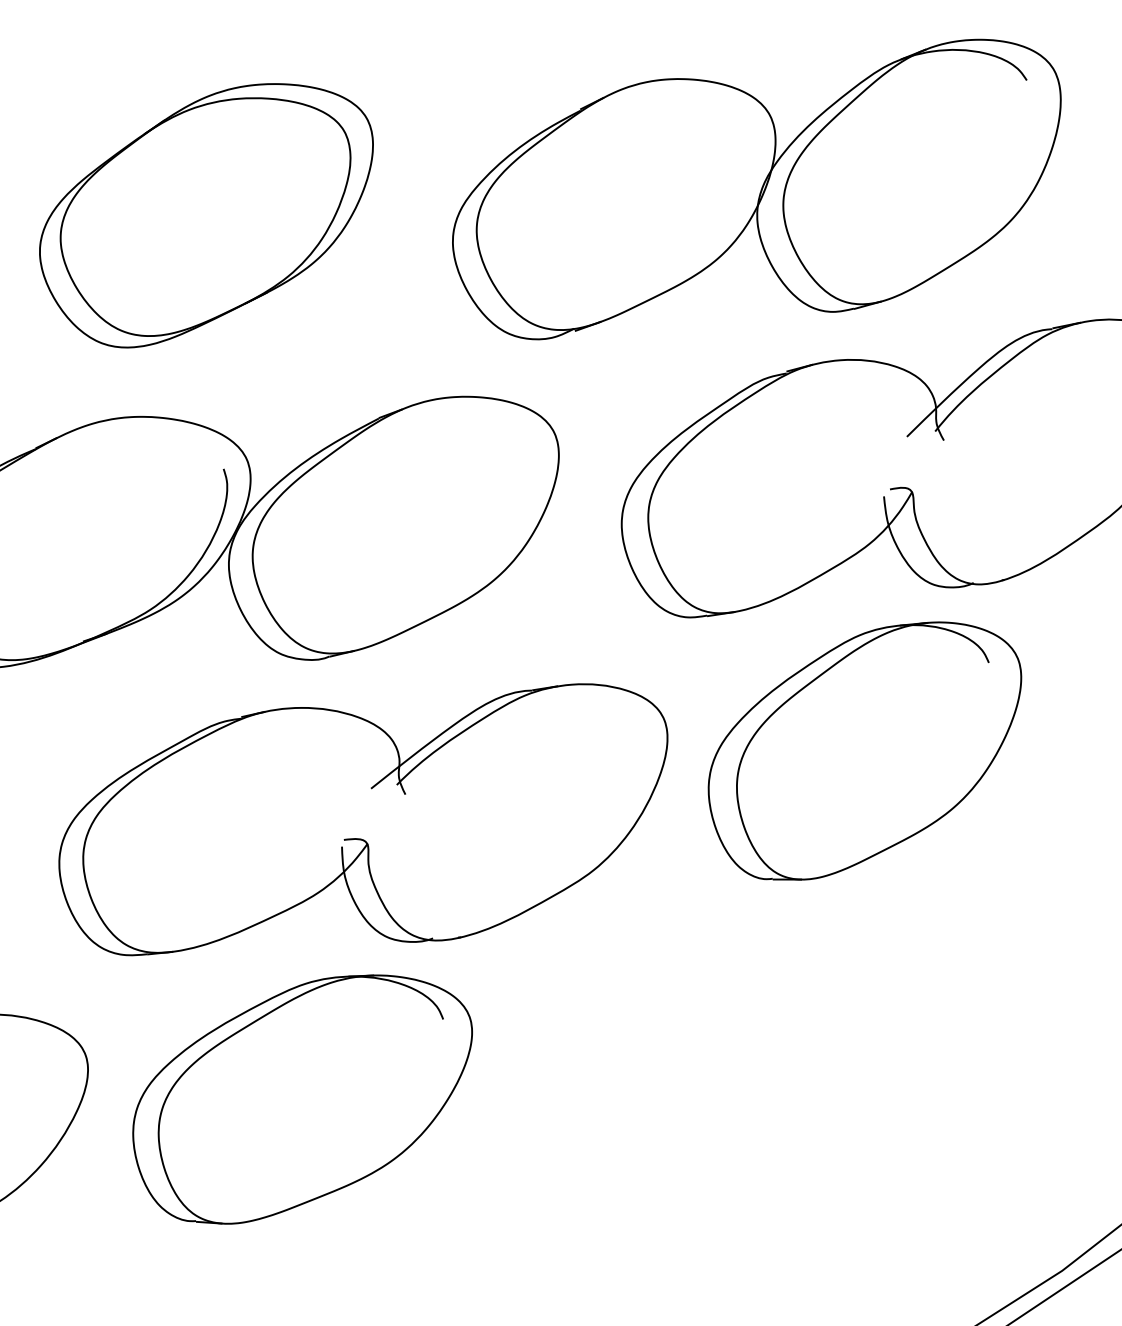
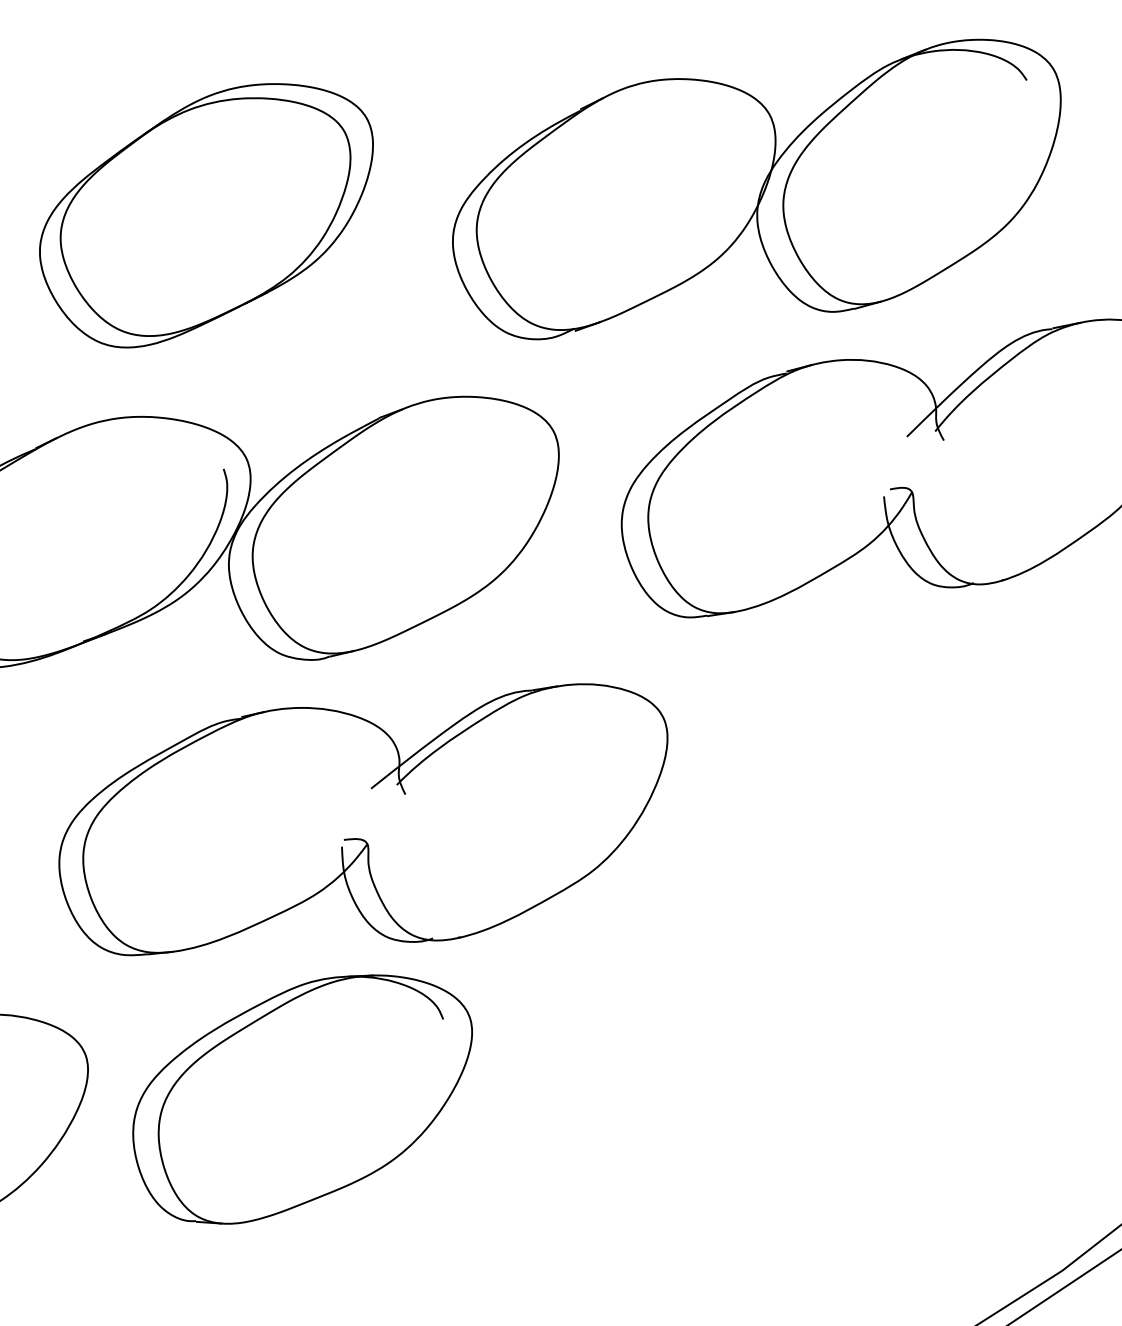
part at (864, 750): present -> none
